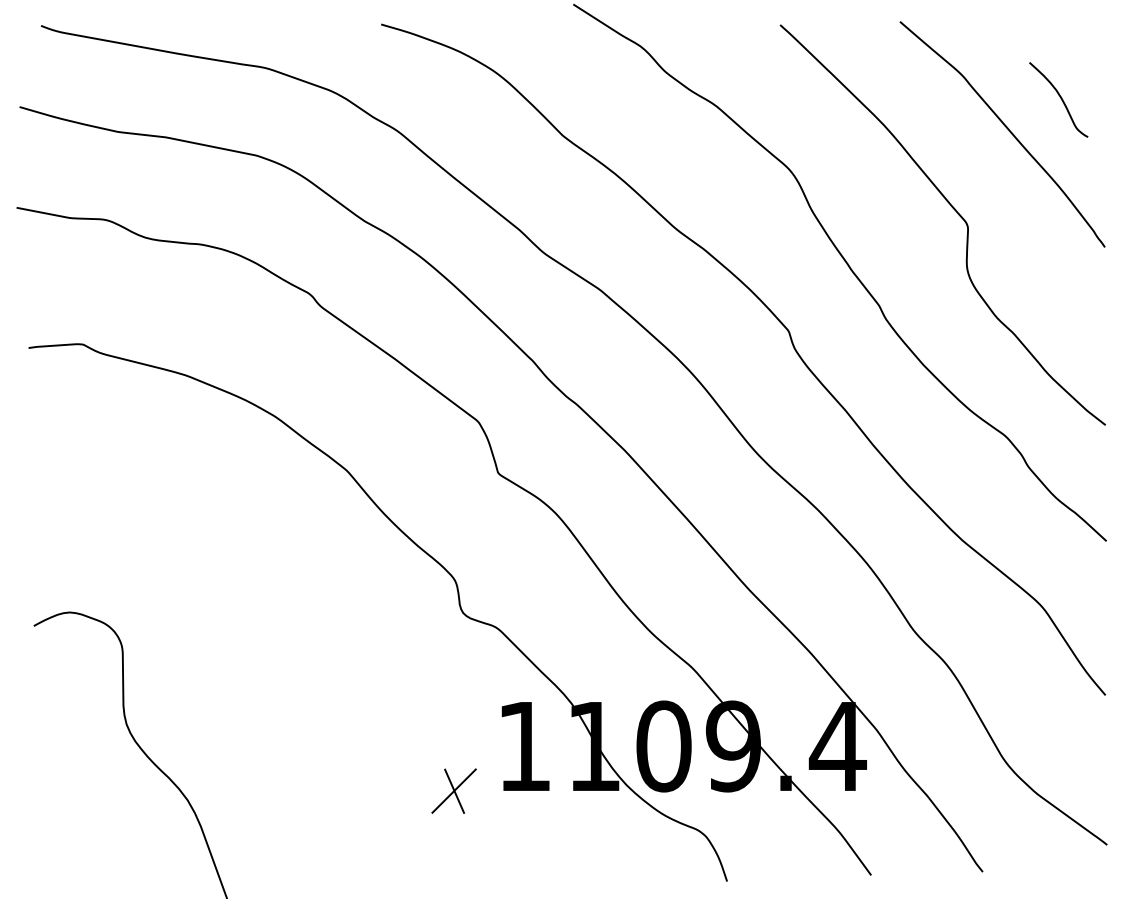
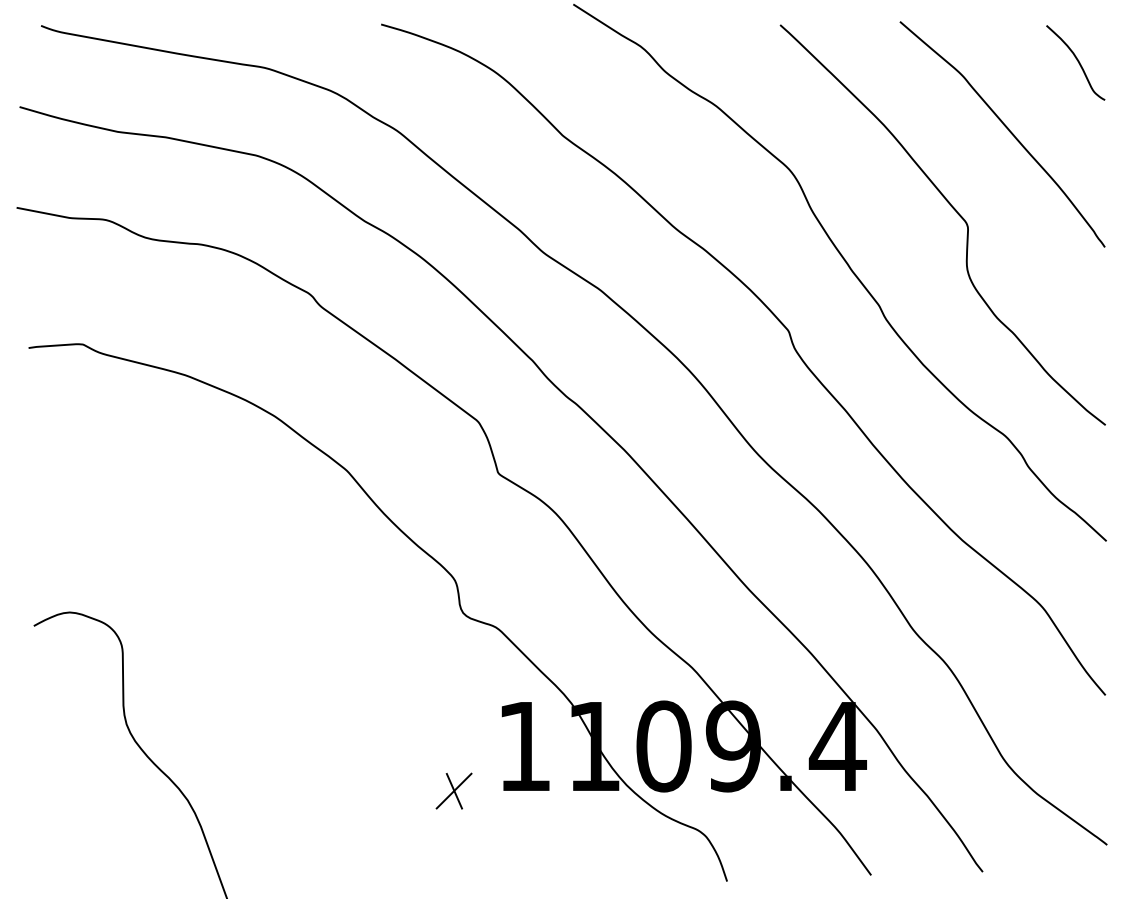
curve at (1059, 97) position: (1059, 97) -> (1076, 60)
part at (453, 790) size: 46x46 px -> 38x38 px
